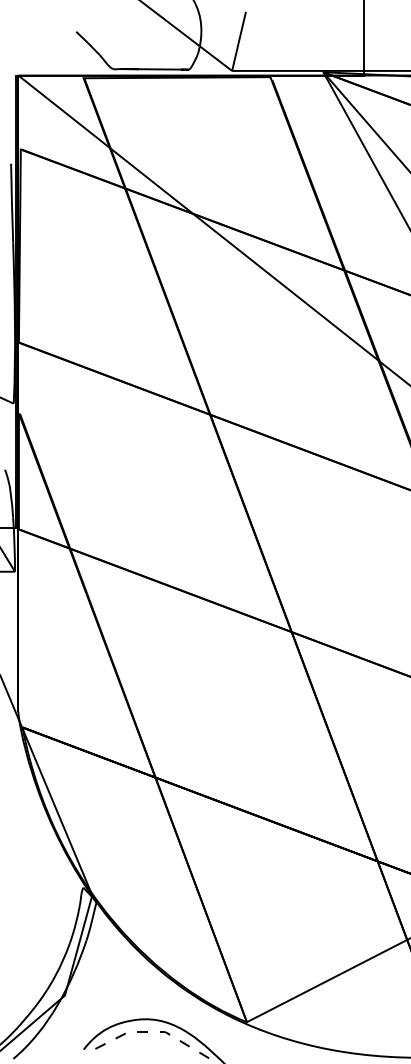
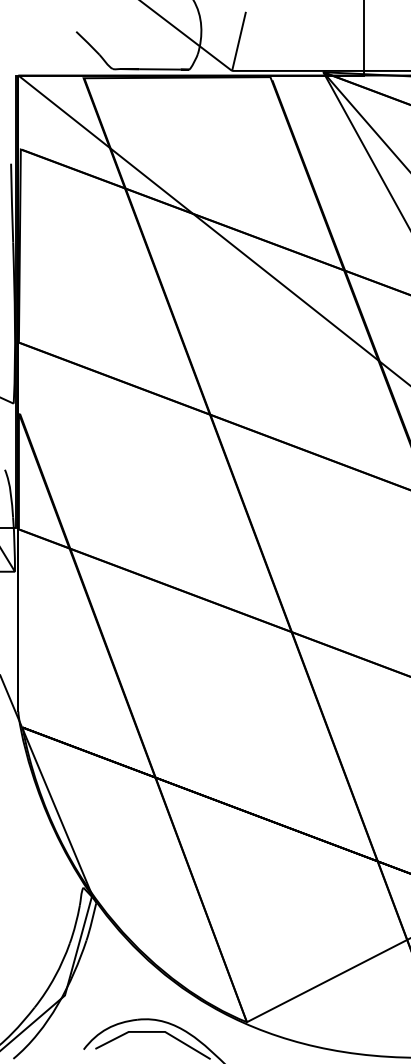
line at (155, 1031): dashed -> solid
